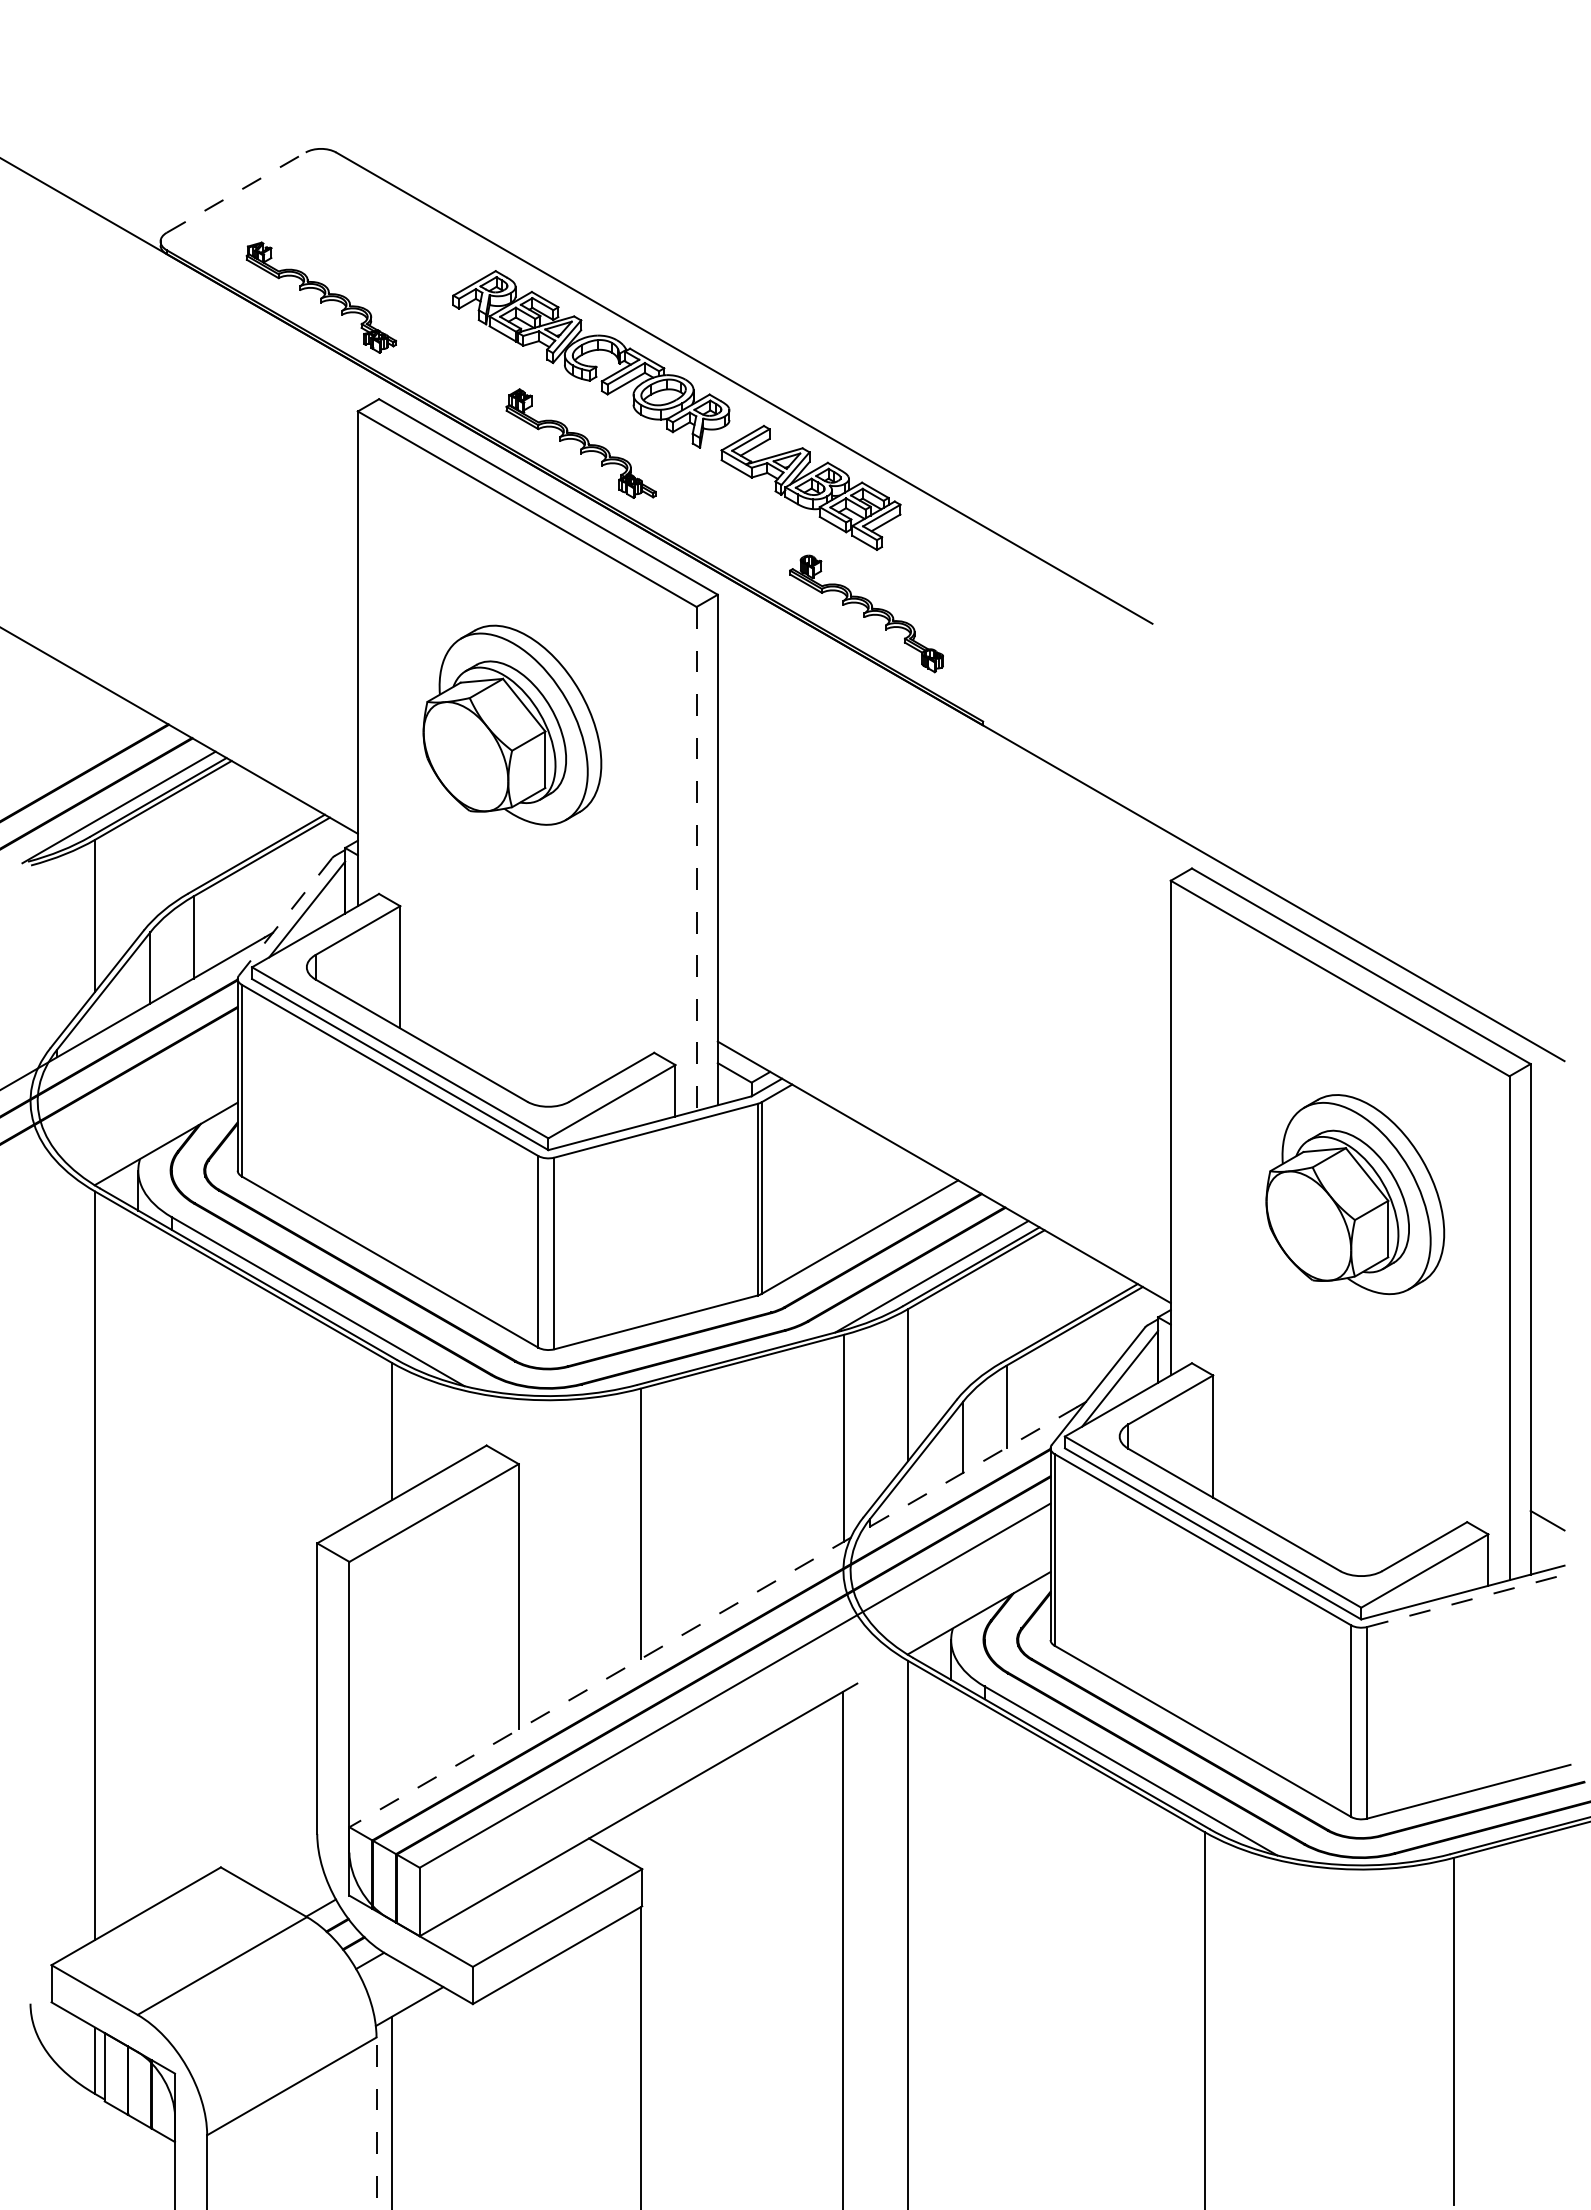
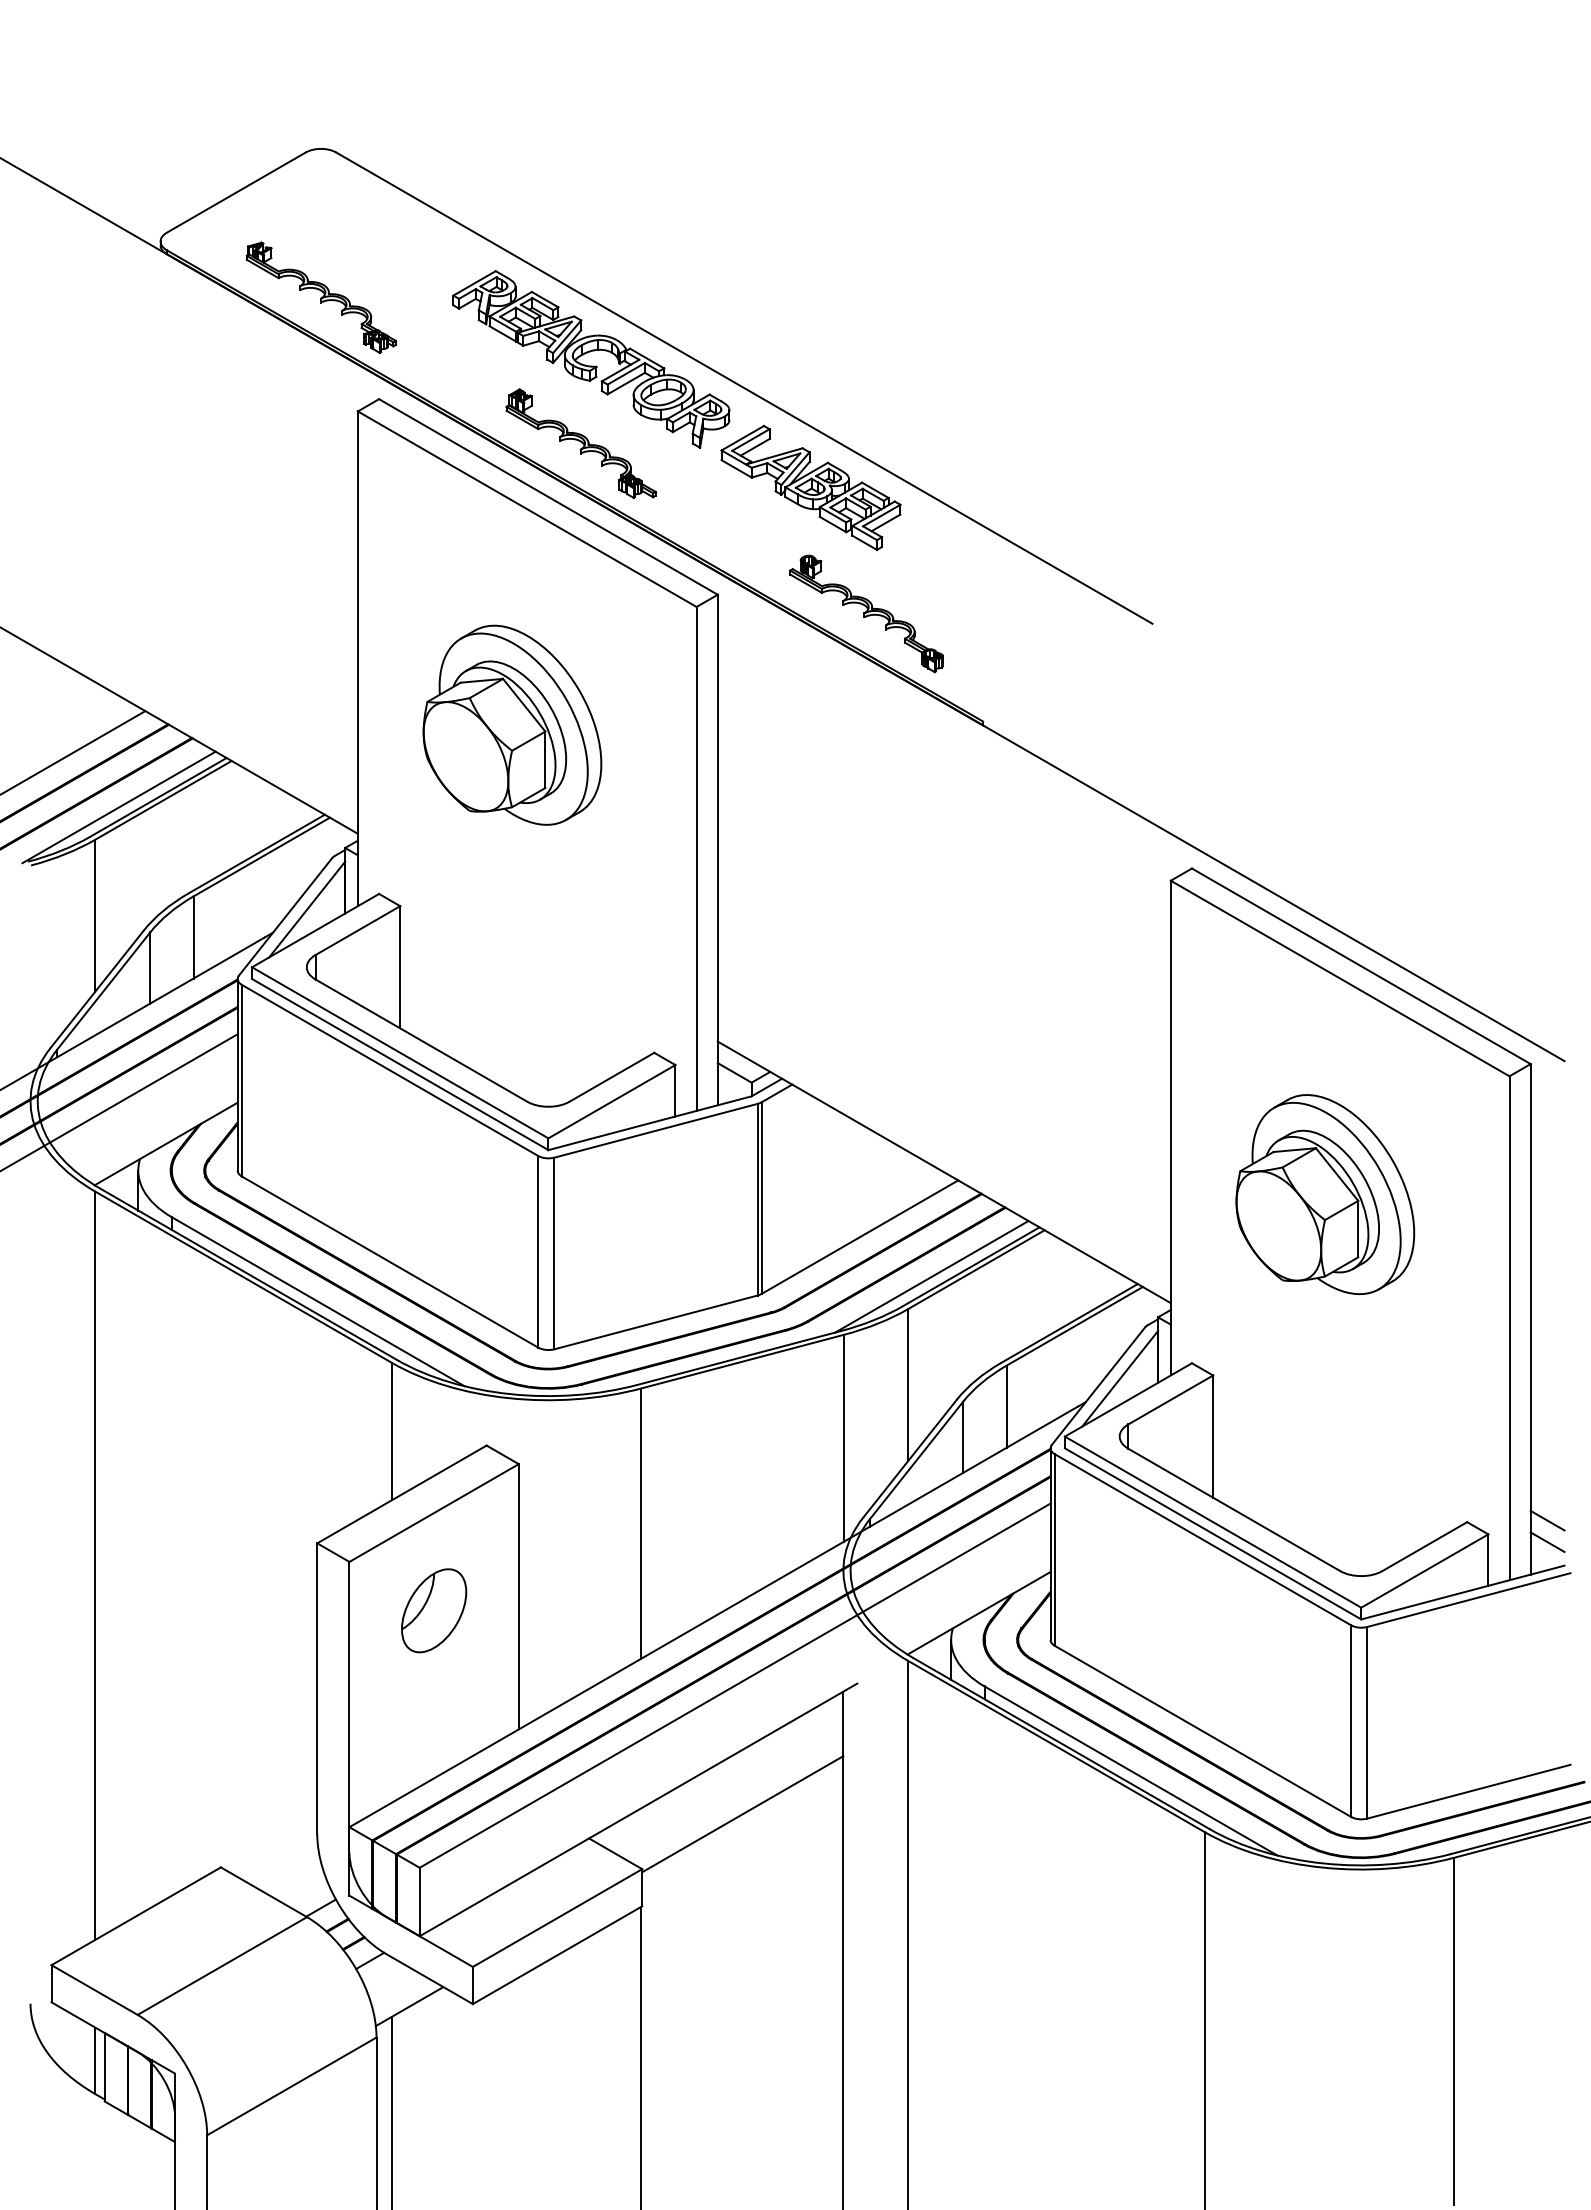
line at (236, 192): dashed -> solid
line at (73, 752): none -> present
line at (696, 858): dashed -> solid
line at (285, 916): dashed -> solid
line at (119, 1101): none -> present
part at (1355, 1194) position: (1355, 1194) -> (1325, 1194)
line at (1547, 1541): none -> present
line at (1469, 1599): dashed -> solid
part at (434, 1610): none -> present
line at (713, 1617): dashed -> solid
line at (742, 1814): none -> present
line at (376, 2123): dashed -> solid
